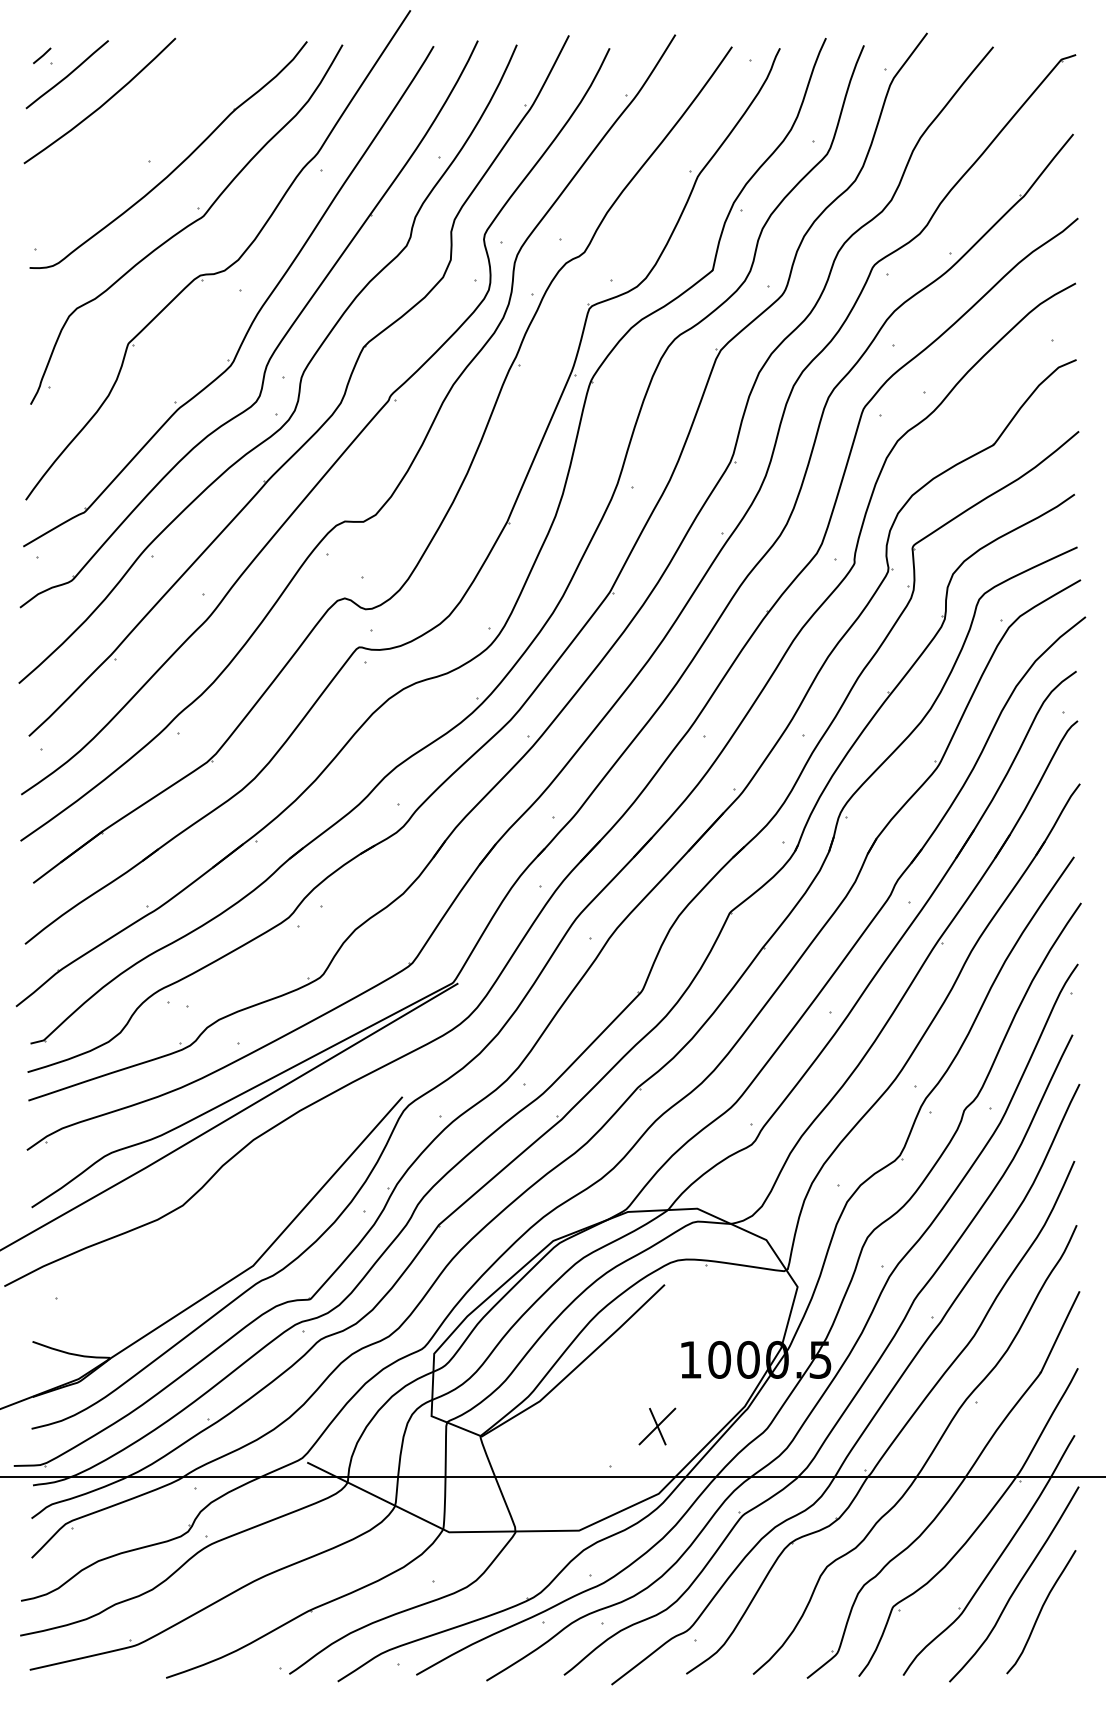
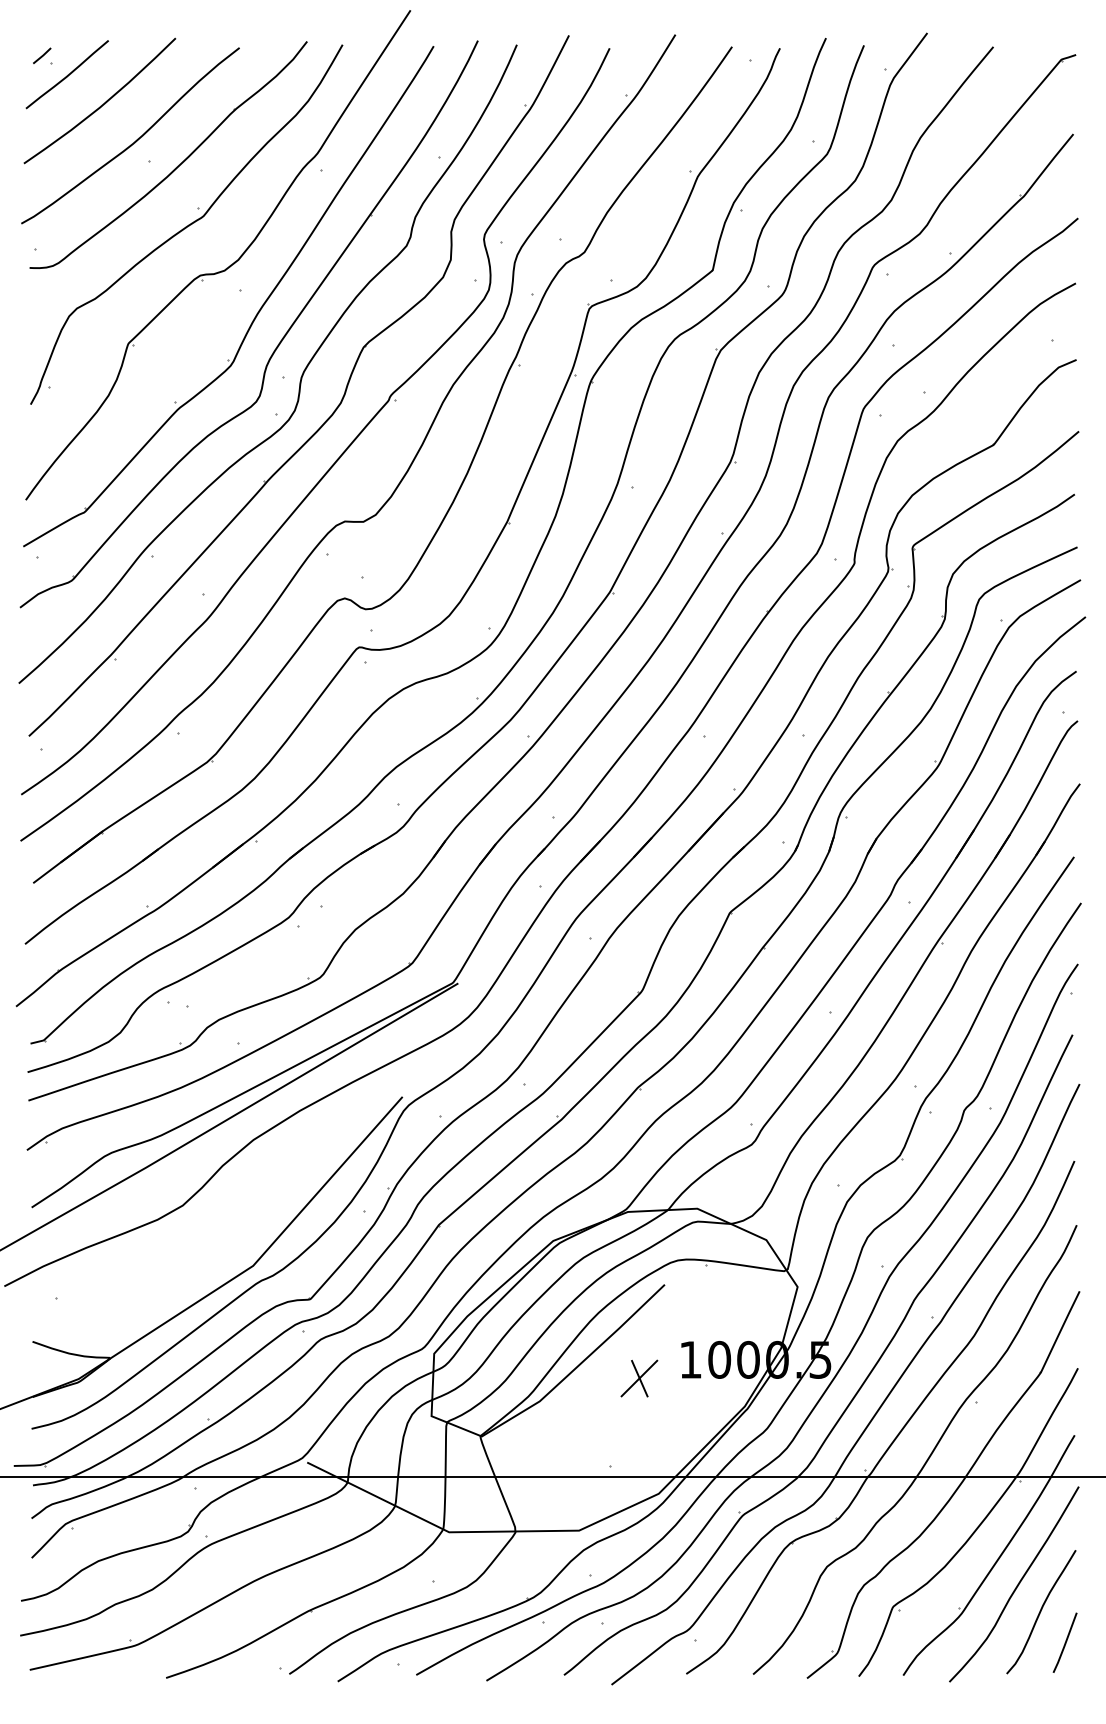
curve at (135, 140): none -> present
part at (657, 1426) position: (657, 1426) -> (639, 1378)
line at (1064, 1642): none -> present
